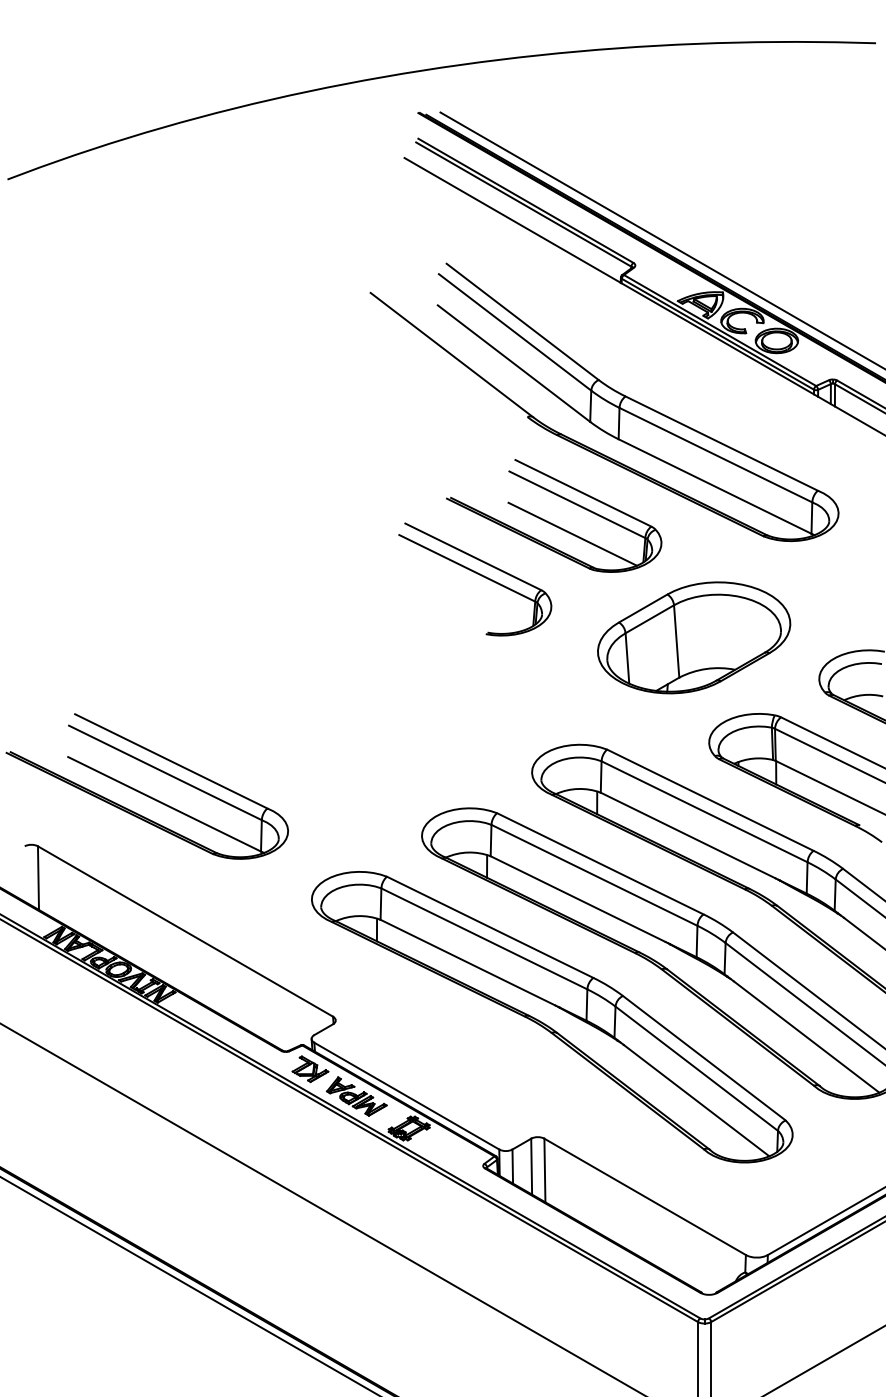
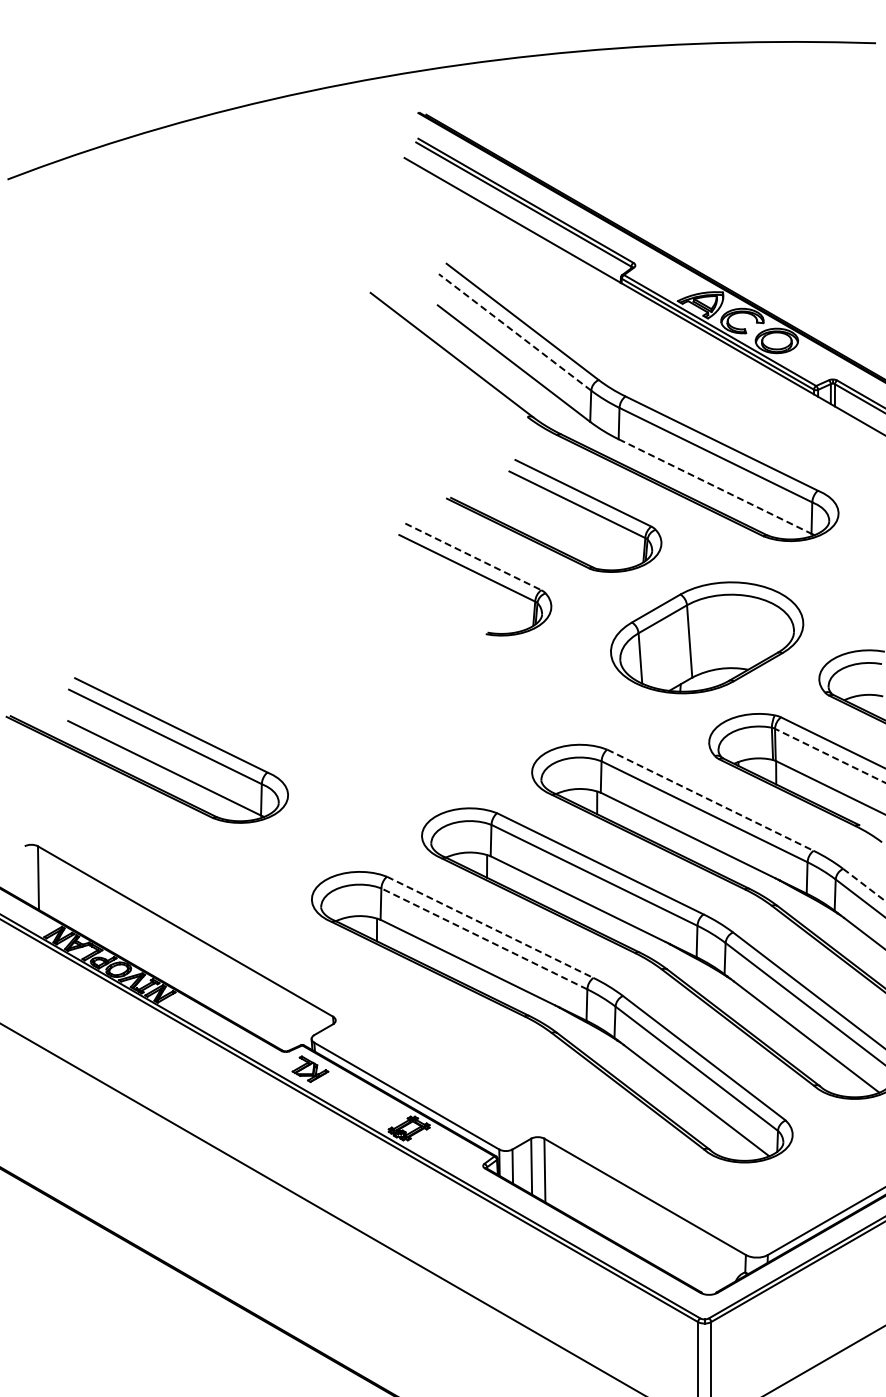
line at (661, 239): present -> none
line at (515, 332): solid -> dashed
line at (715, 486): solid -> dashed
line at (572, 533): present -> none
line at (473, 556): solid -> dashed
part at (694, 637) position: (694, 637) -> (707, 637)
line at (829, 755): solid -> dashed
part at (143, 792) position: (143, 792) -> (143, 756)
line at (710, 800): solid -> dashed
line at (864, 885): solid -> dashed
line at (490, 927): solid -> dashed
line at (484, 938): solid -> dashed
part at (356, 1096): present -> none
line at (189, 1285): present -> none
